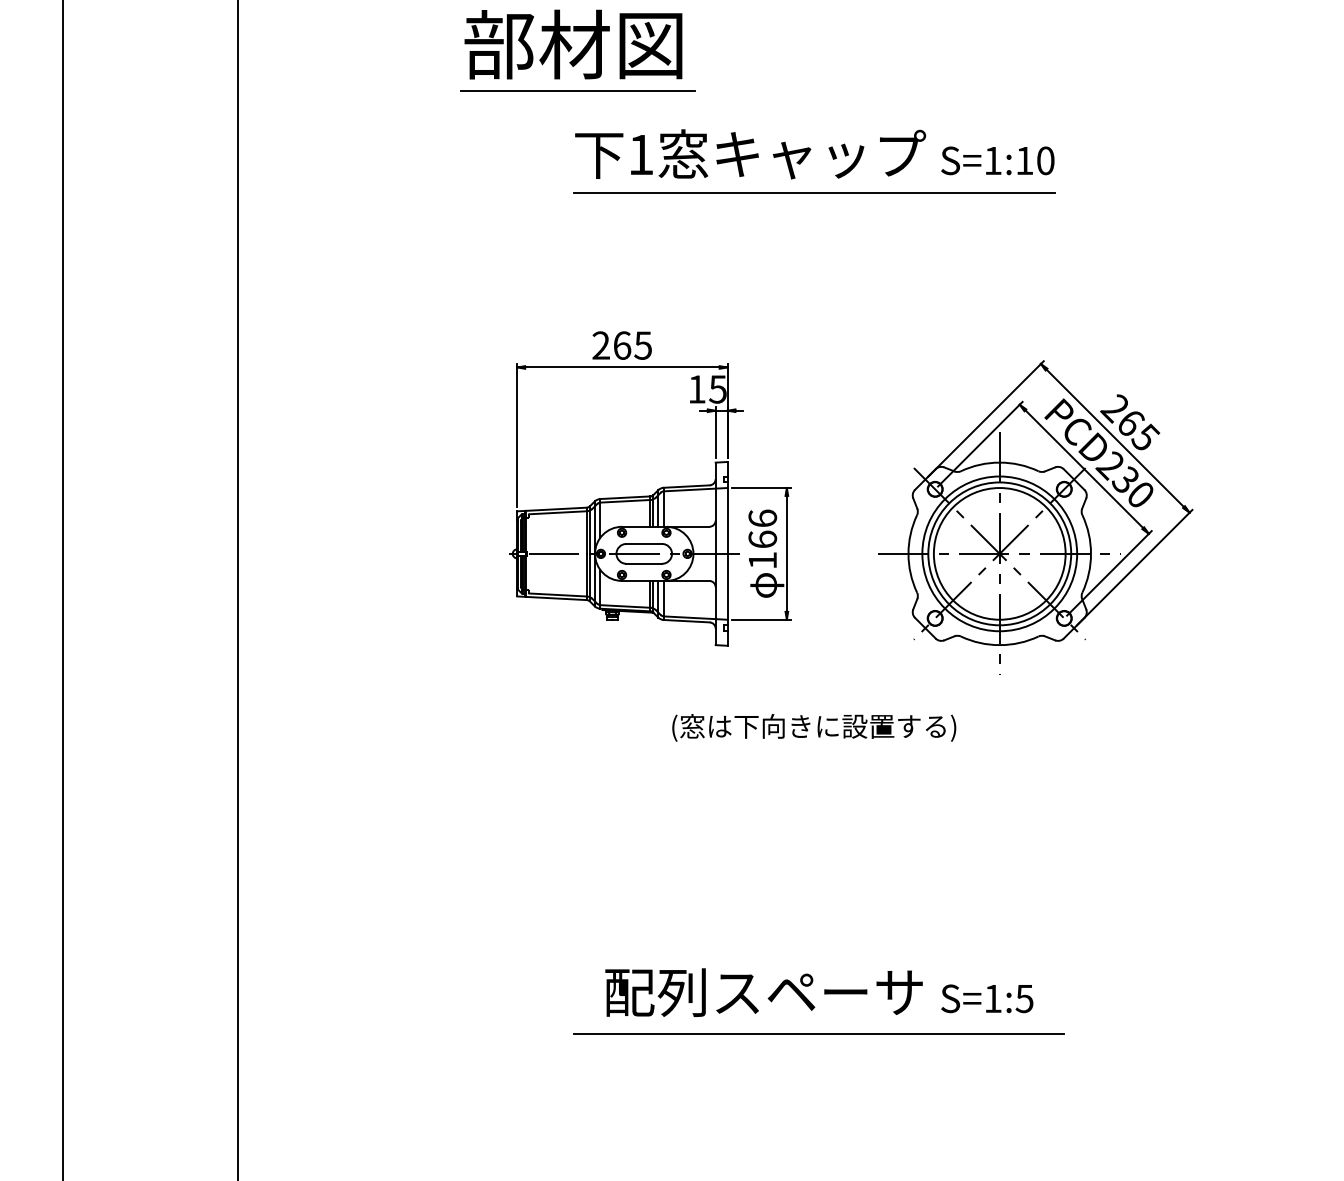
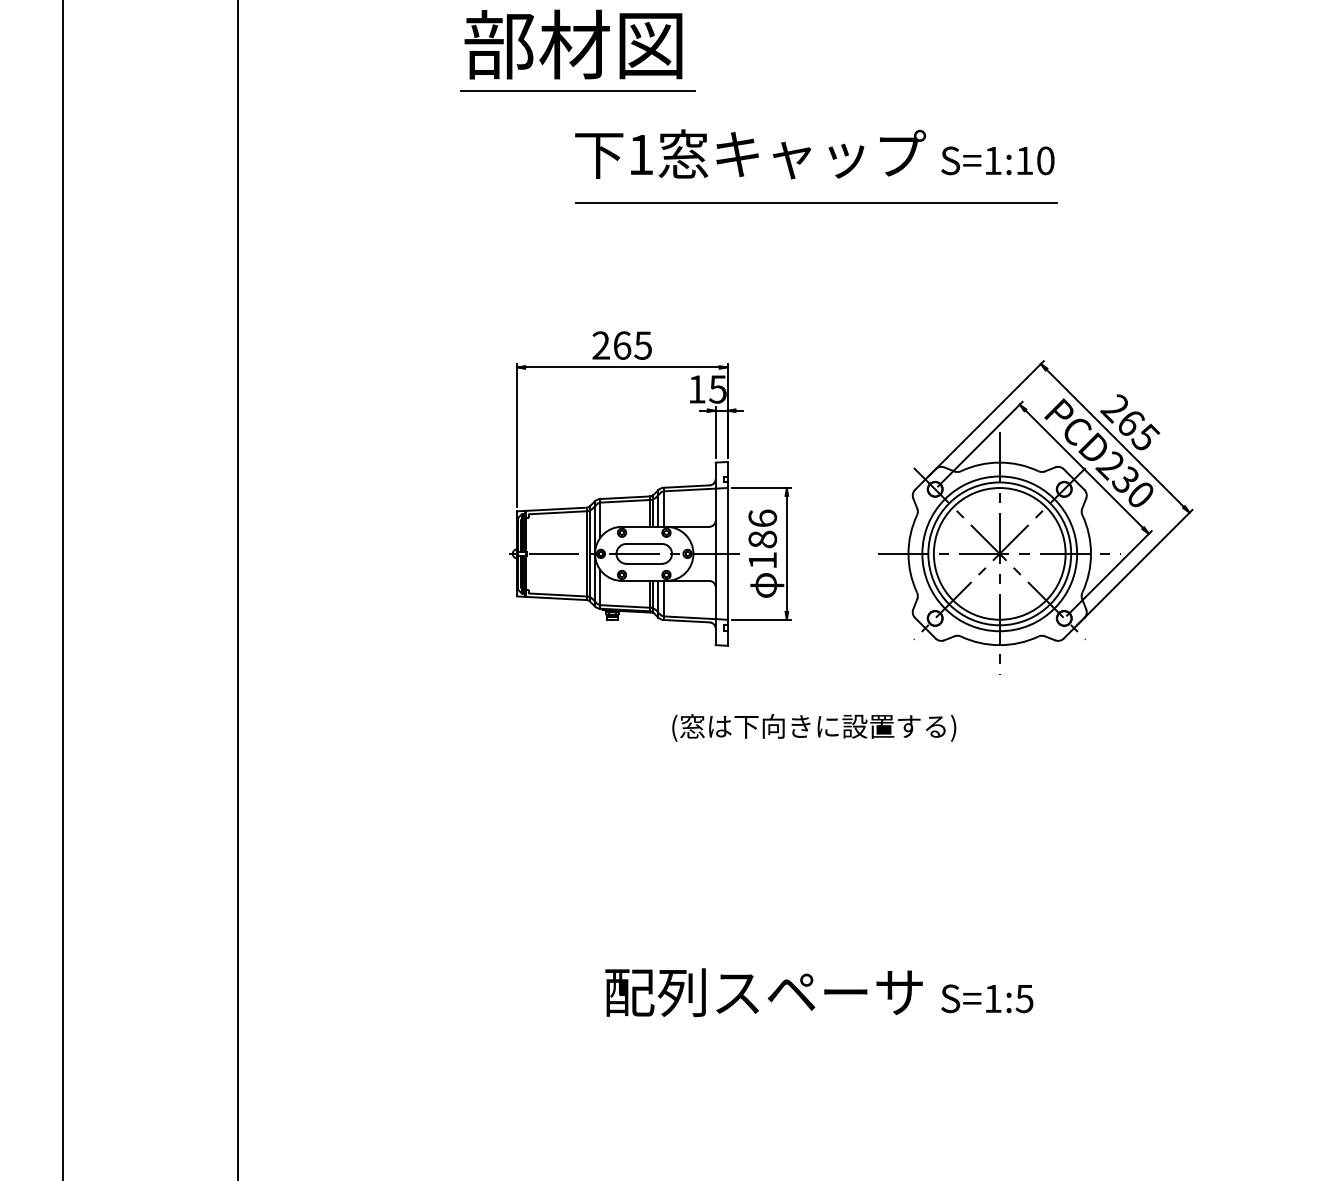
line at (814, 192) position: (814, 192) -> (816, 202)
text at (762, 539): 166 -> 186
line at (818, 1033): present -> none
